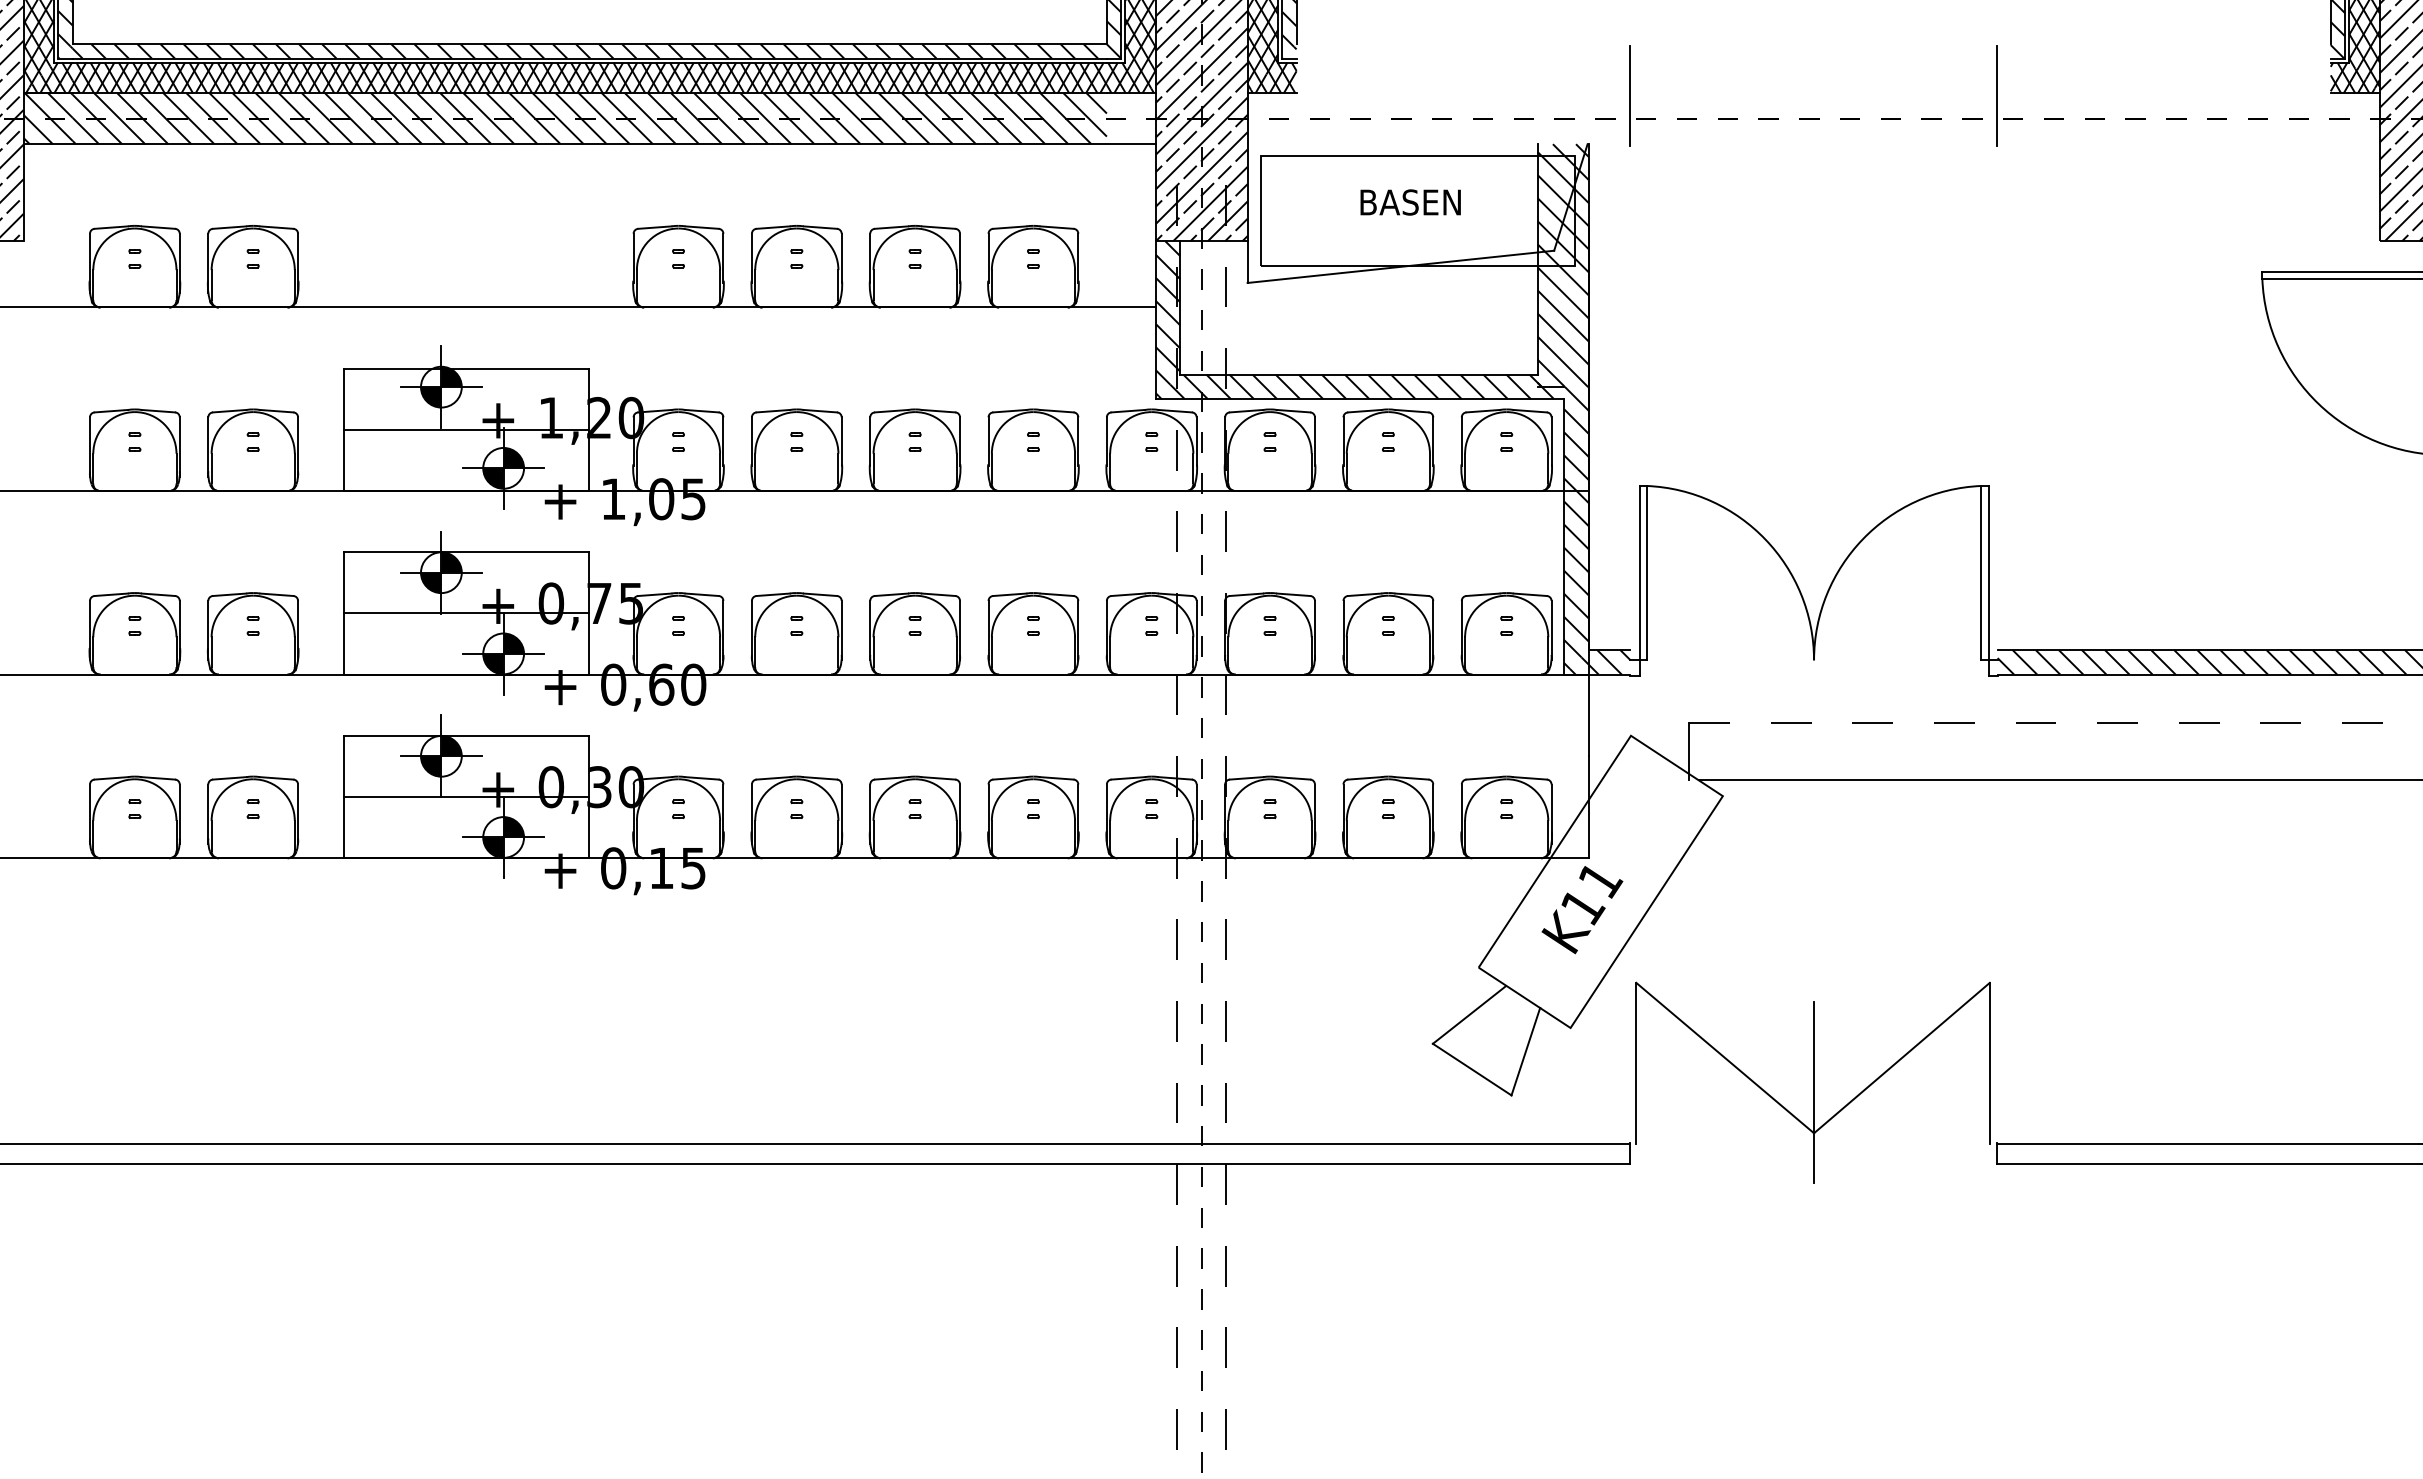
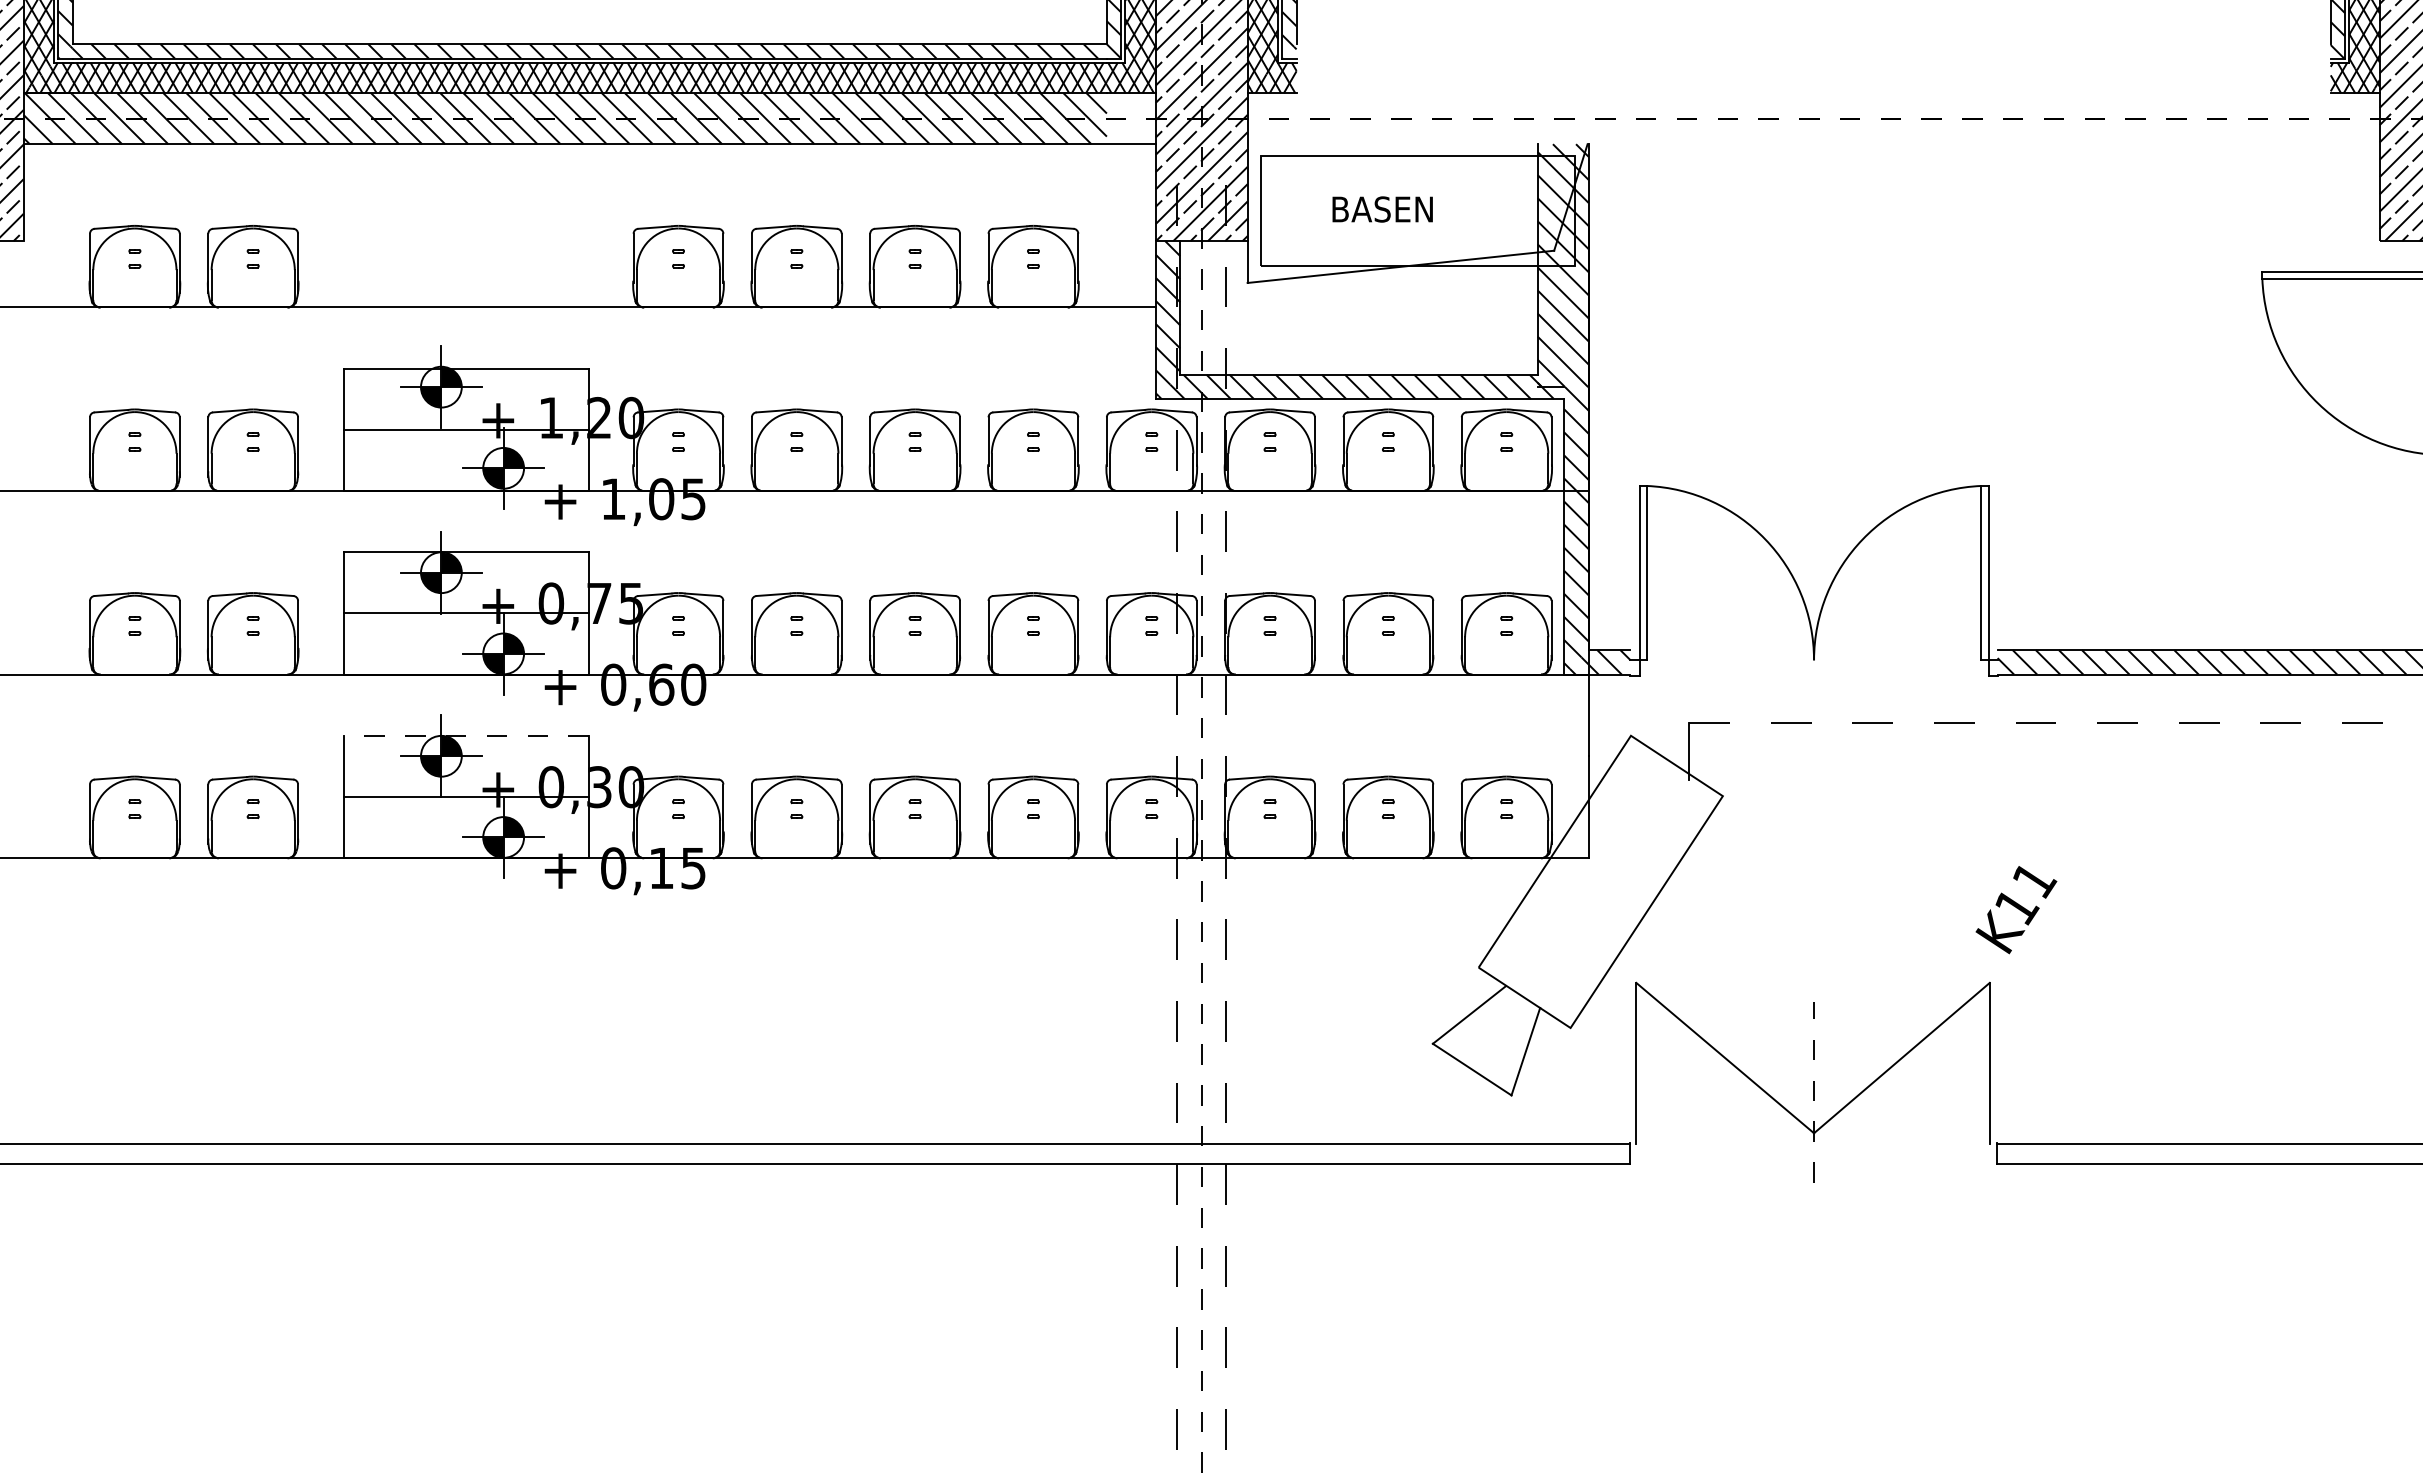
line at (1997, 95): present -> none
line at (1629, 96): present -> none
text at (1410, 202) position: (1410, 202) -> (1382, 209)
line at (465, 735): solid -> dashed
line at (2058, 780): present -> none
text at (1582, 910) position: (1582, 910) -> (2016, 910)
line at (1814, 1091): solid -> dashed
